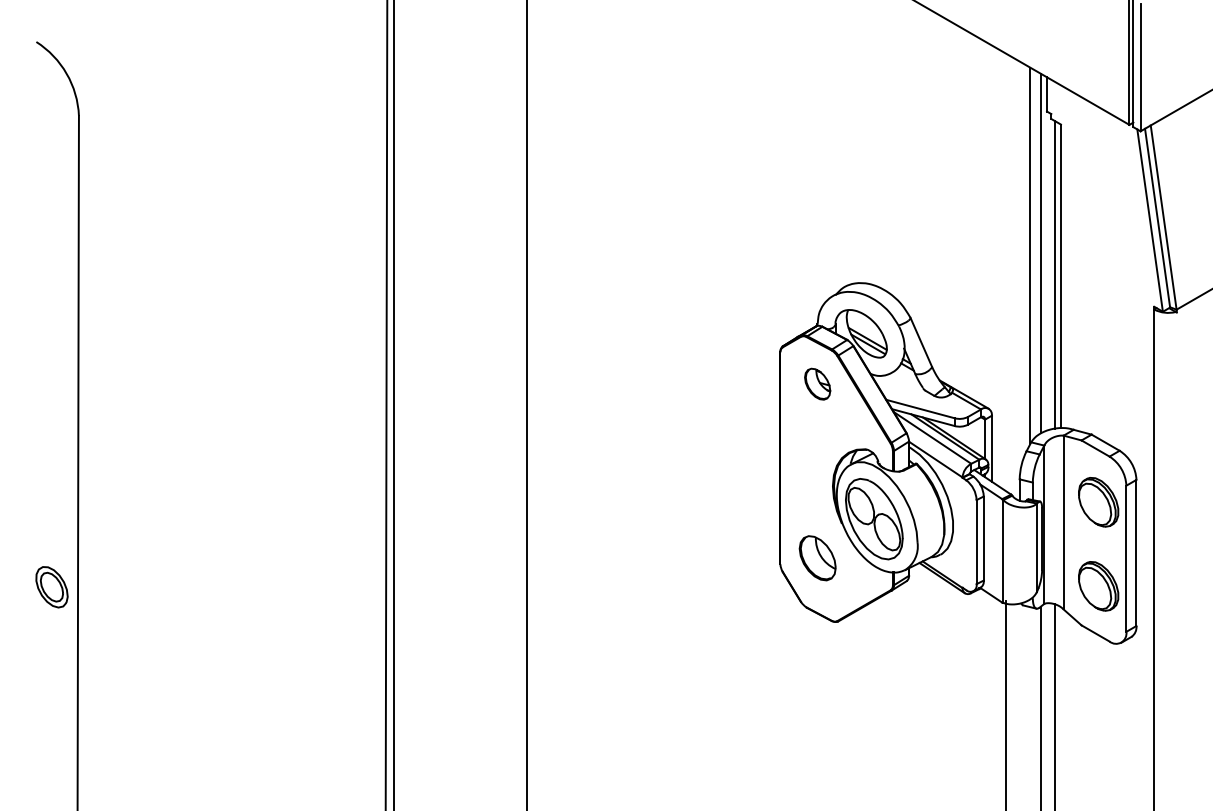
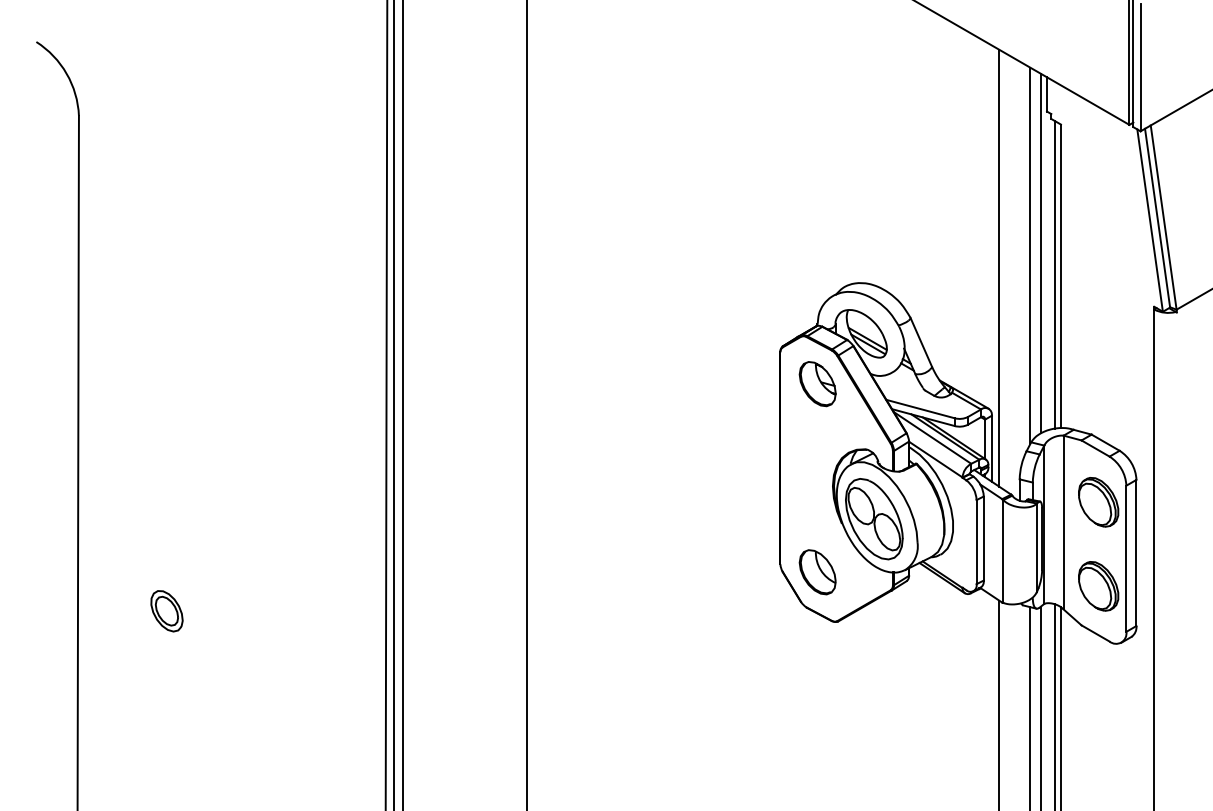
line at (999, 267): none -> present
part at (817, 383) size: 28x34 px -> 39x47 px
line at (403, 404): none -> present
part at (817, 558) position: (817, 558) -> (817, 572)
part at (51, 587) position: (51, 587) -> (166, 611)
line at (1006, 703) position: (1006, 703) -> (999, 703)
line at (1030, 707): none -> present
line at (1060, 707): none -> present
